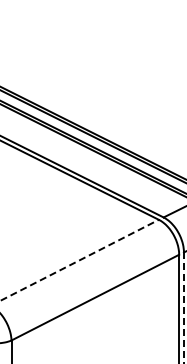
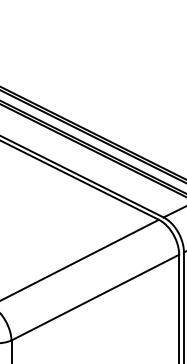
line at (79, 260): dashed -> solid
line at (183, 308): dashed -> solid
